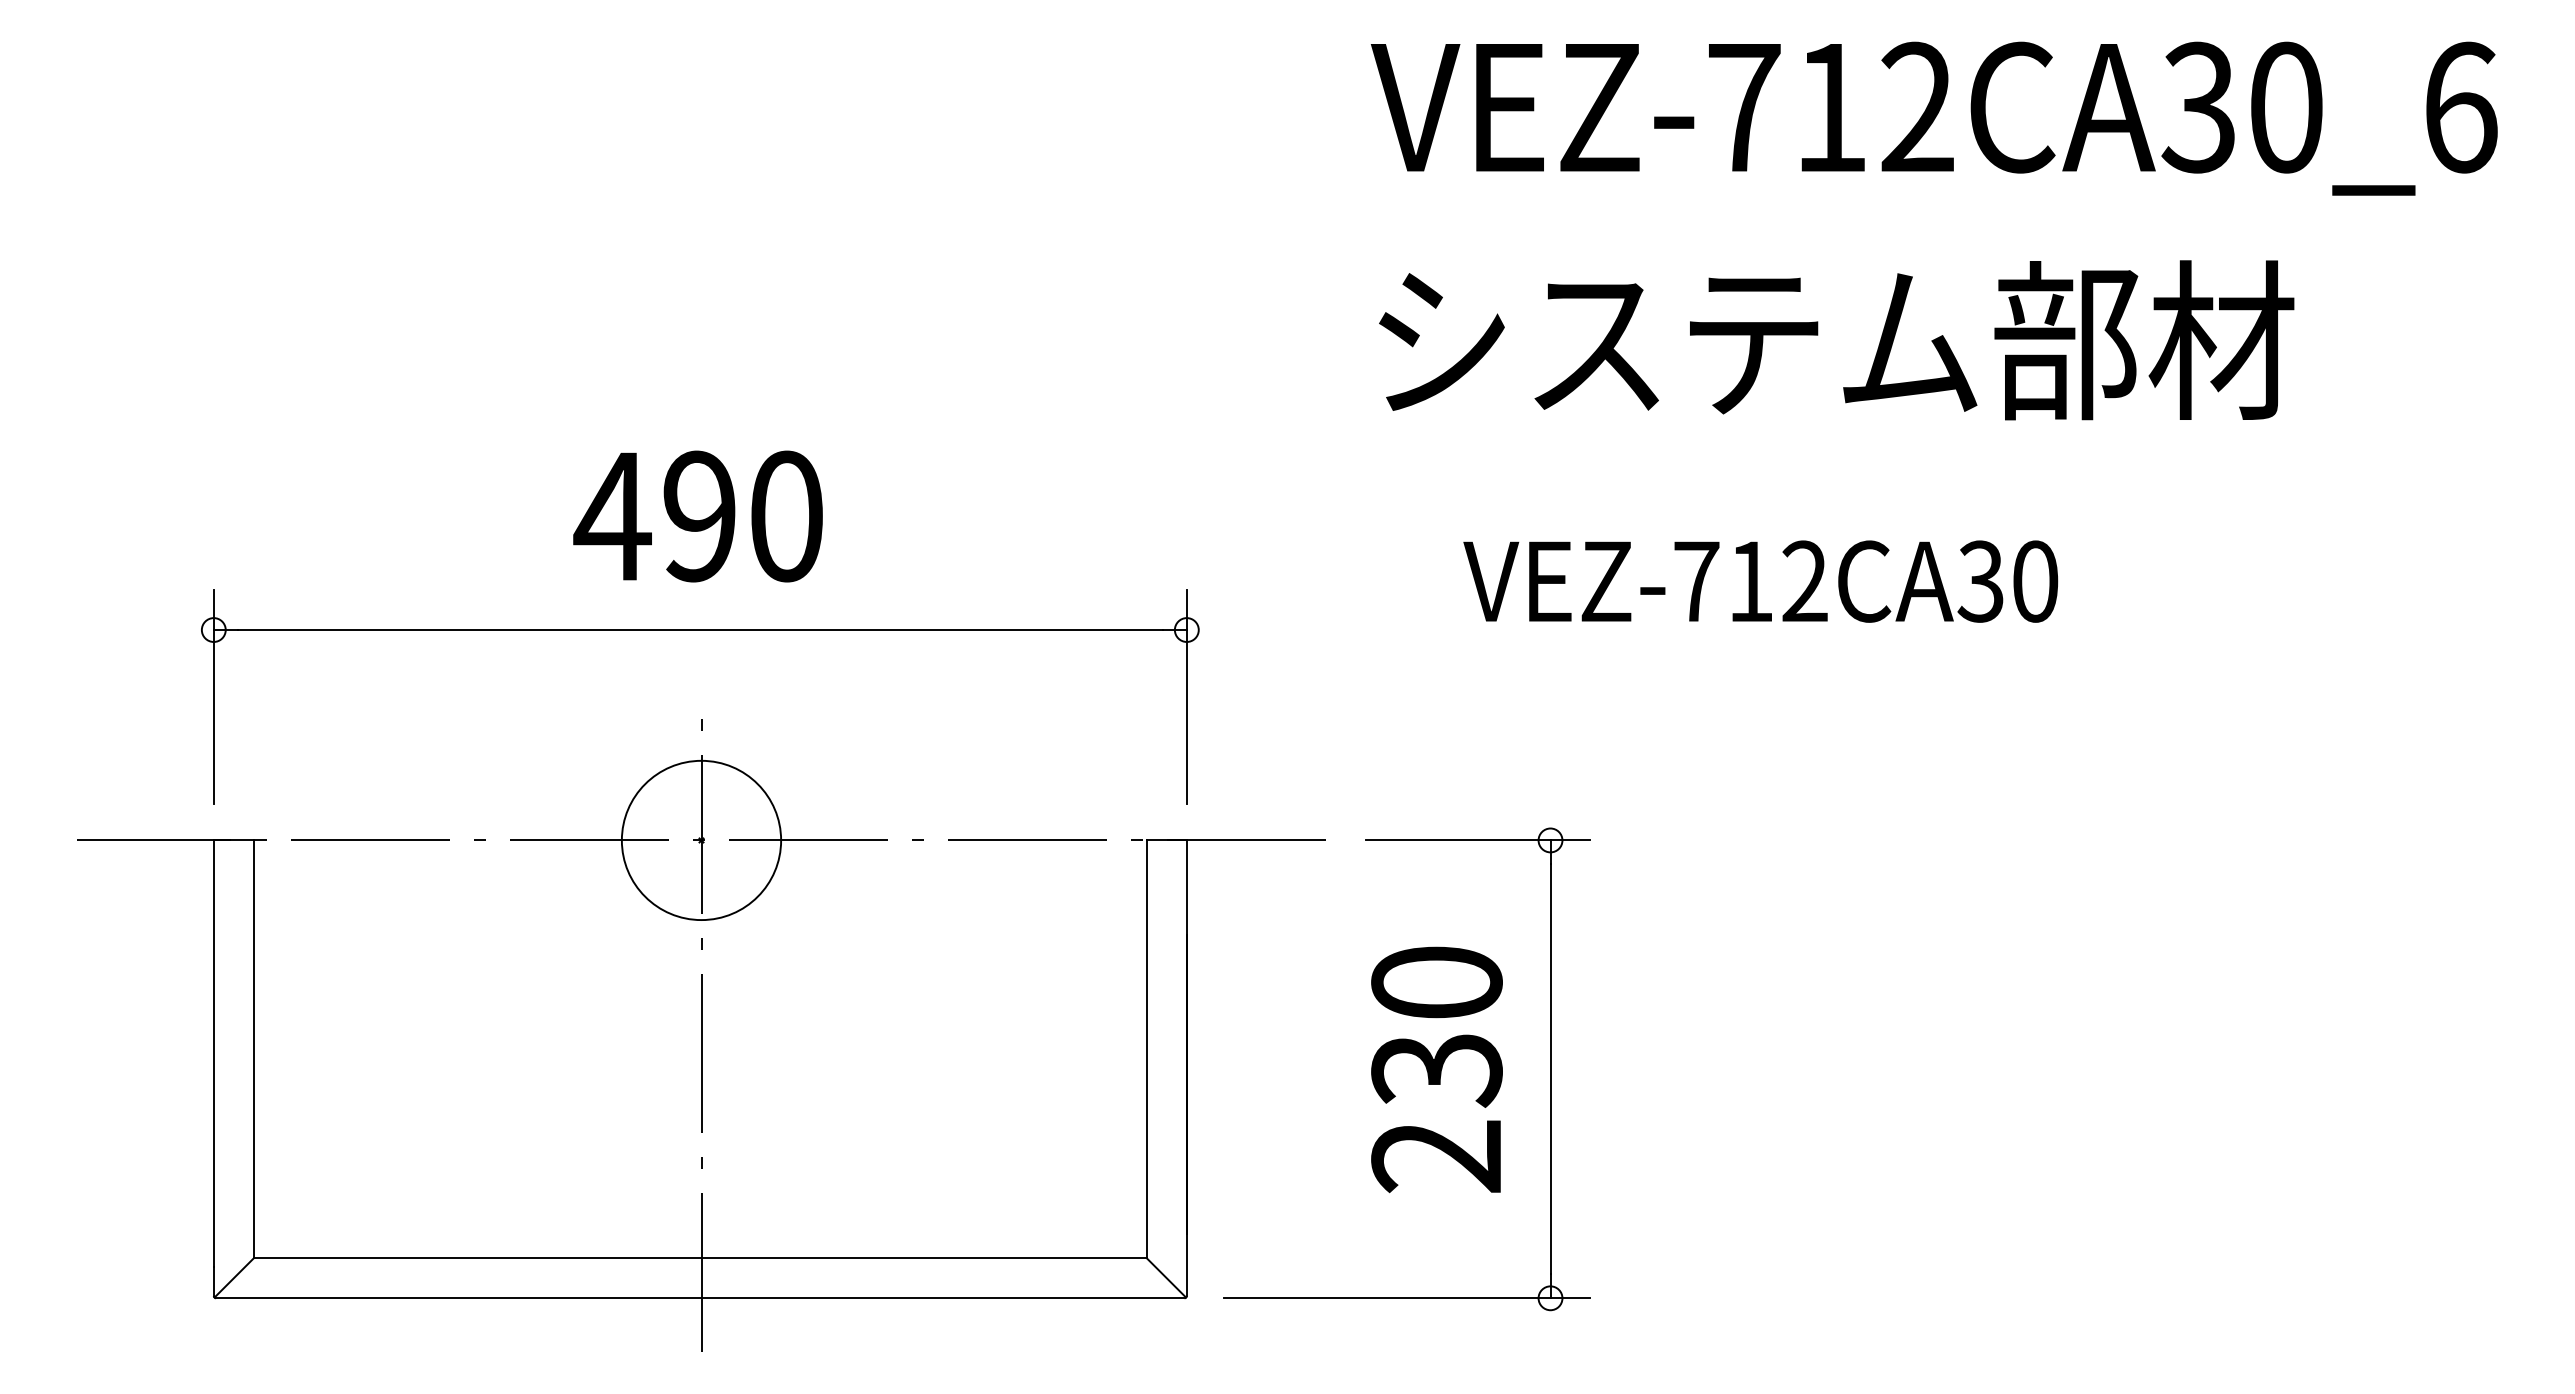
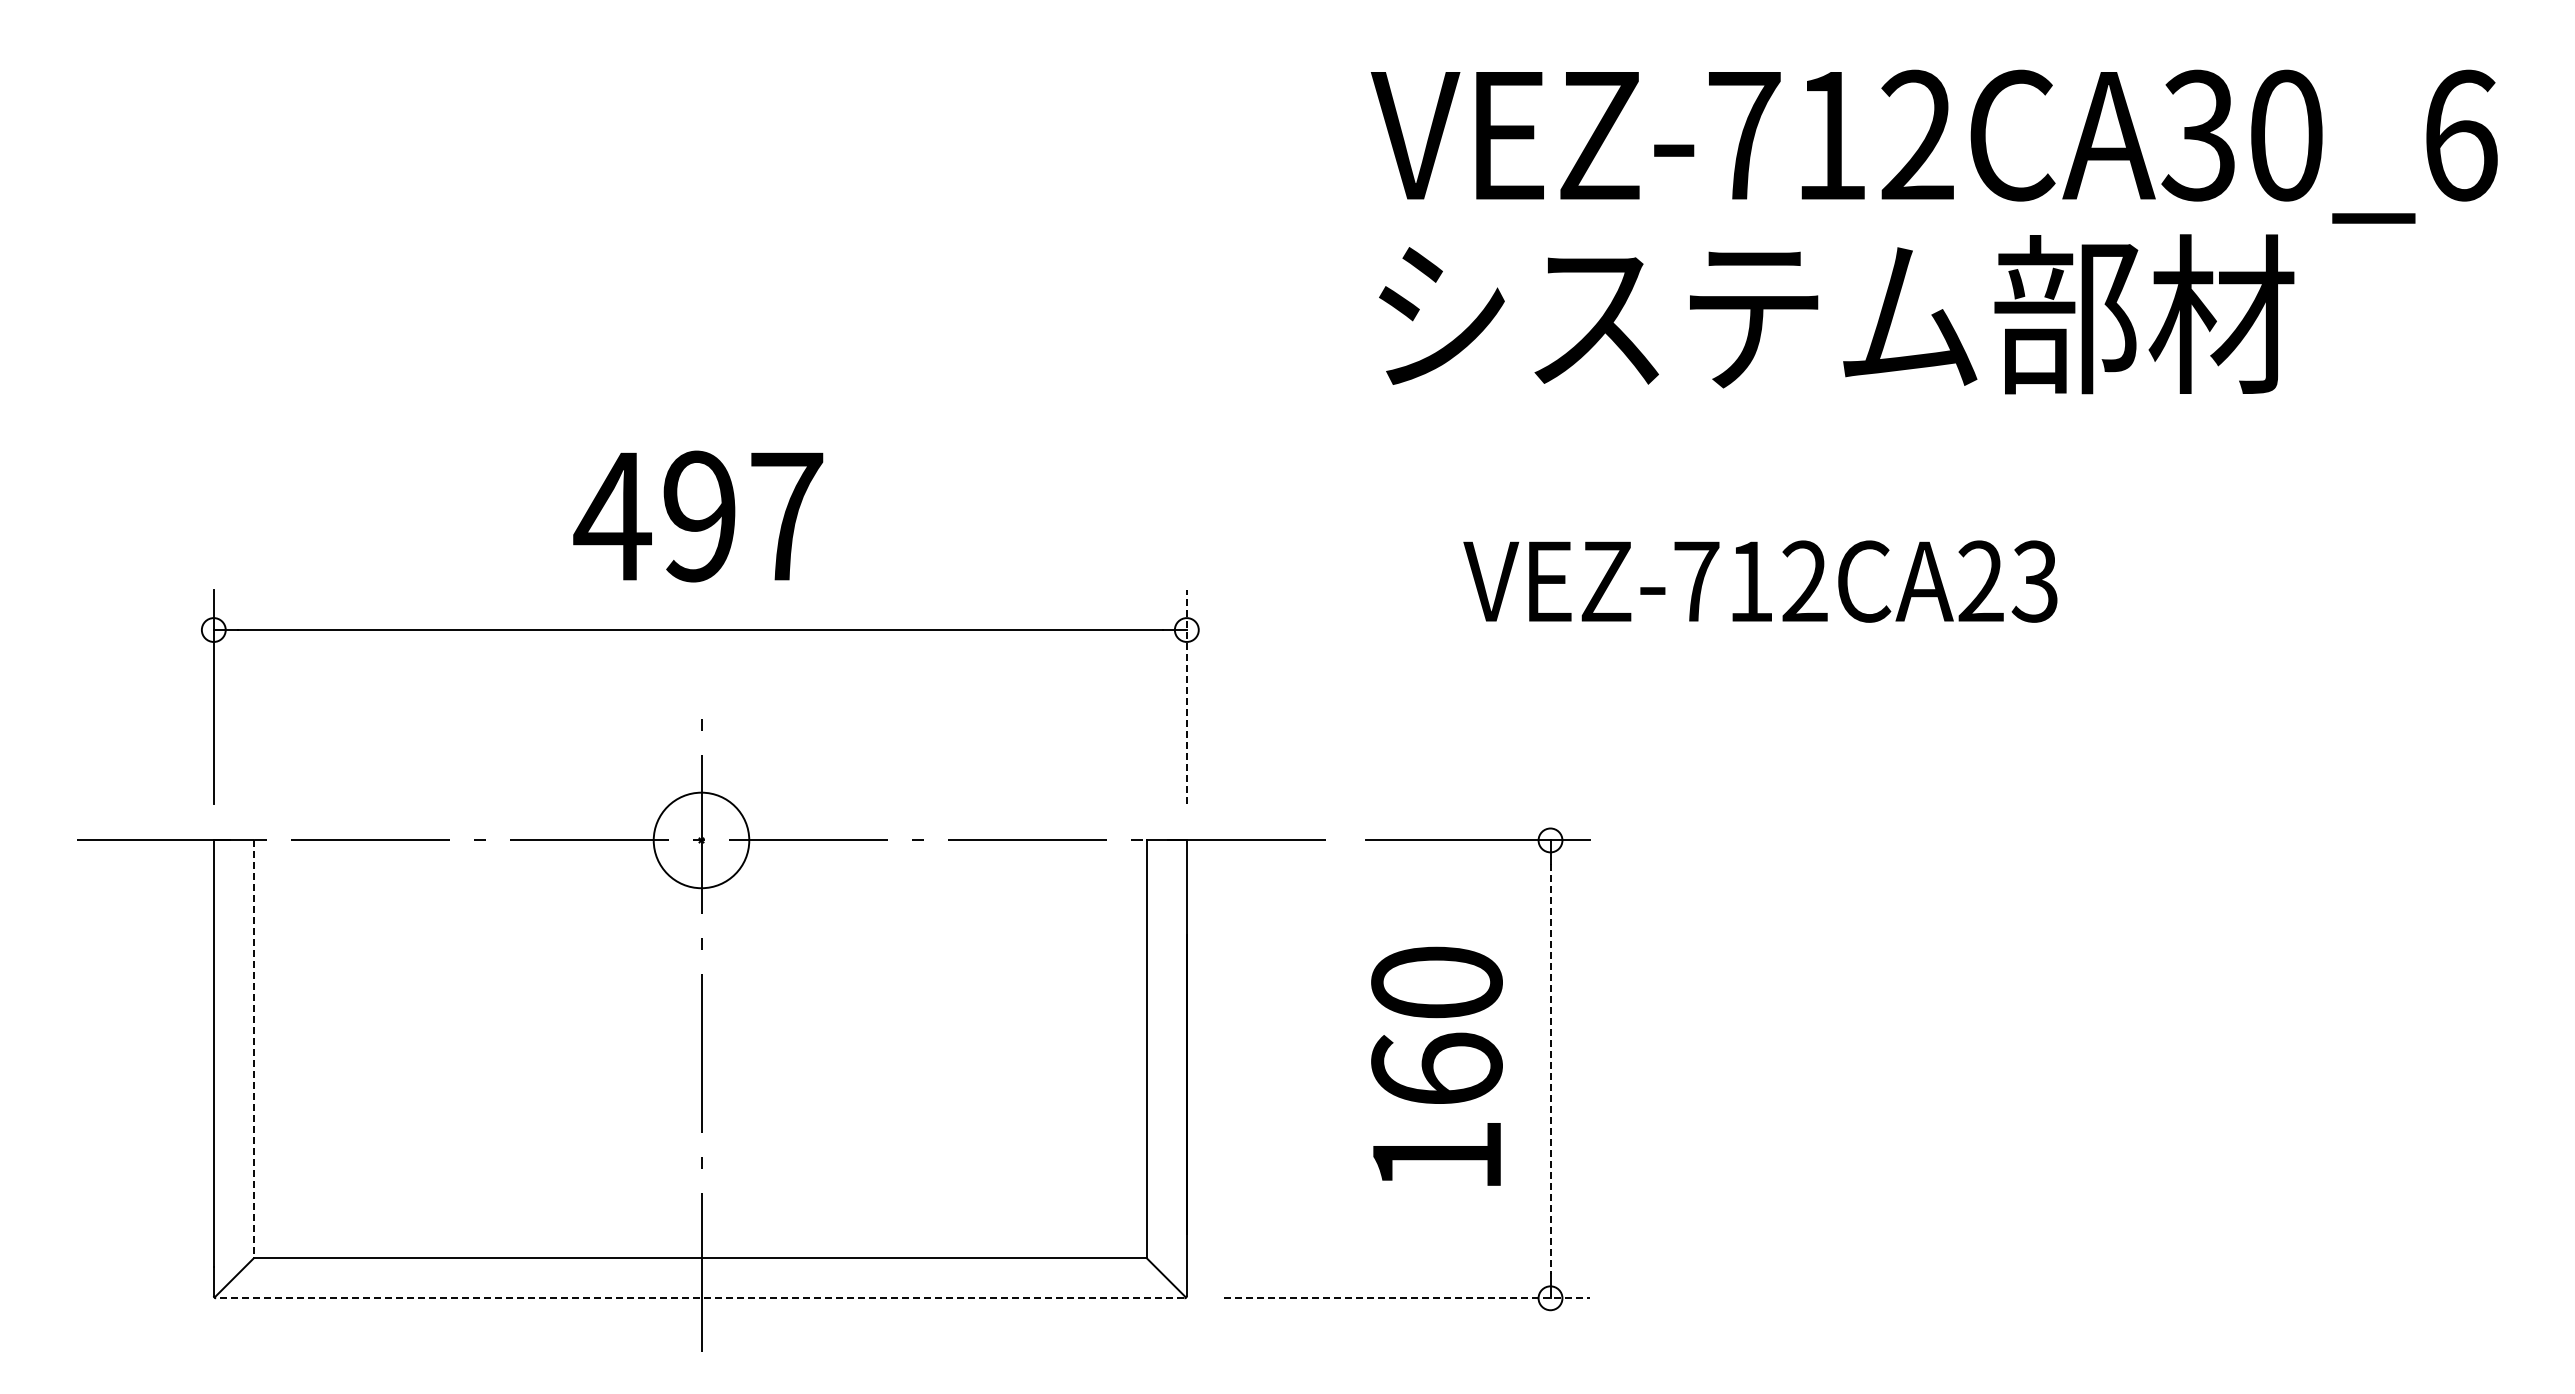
text at (1933, 118) position: (1933, 118) -> (1933, 146)
text at (1836, 340) position: (1836, 340) -> (1836, 314)
text at (787, 516): 490 -> 497
text at (2007, 581): VEZ-712CA30 -> VEZ-712CA23
line at (1186, 697): solid -> dashed
circle at (701, 840) diameter: 159 px -> 96 px
line at (253, 1049): solid -> dashed
line at (1550, 1069): solid -> dashed
text at (1436, 1112): 230 -> 160
line at (699, 1298): solid -> dashed
line at (1407, 1298): solid -> dashed
